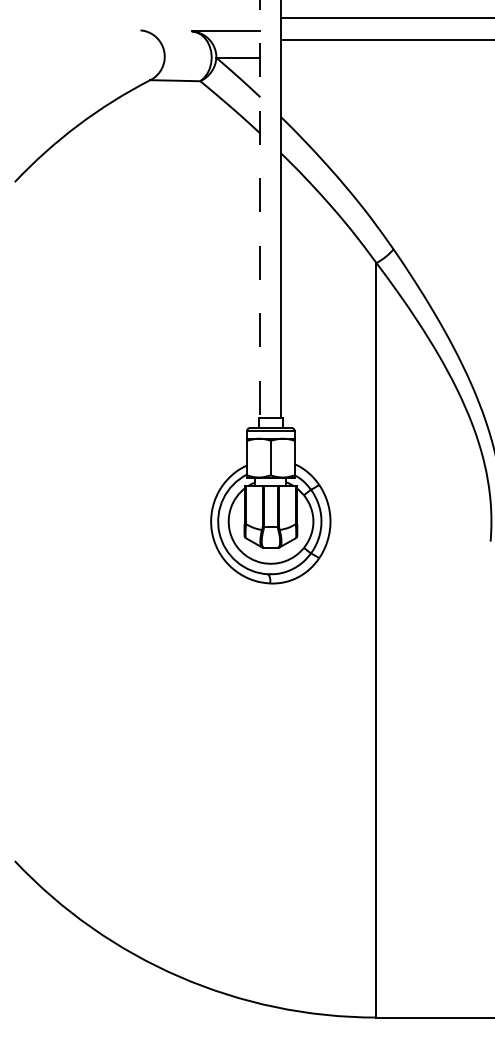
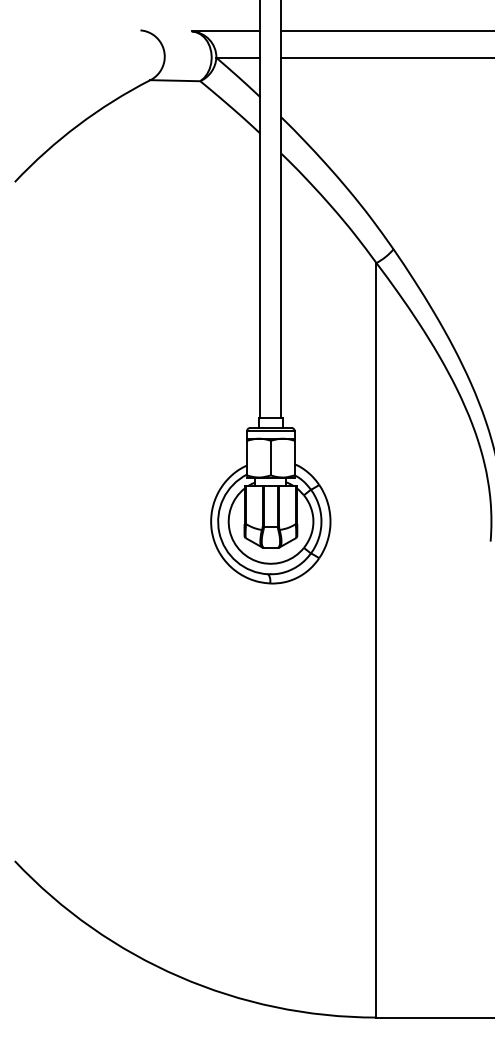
line at (386, 18) position: (386, 18) -> (386, 31)
line at (386, 39) position: (386, 39) -> (386, 57)
line at (260, 208): dashed -> solid
